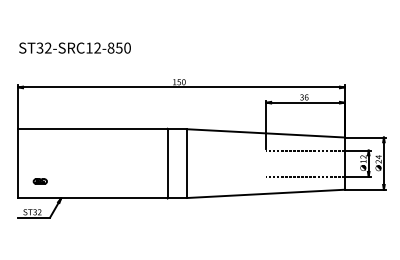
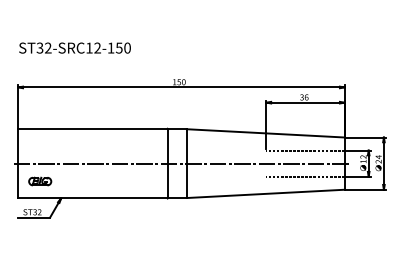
text at (110, 47): ST32-SRC12-850 -> ST32-SRC12-150
line at (180, 163): none -> present
part at (39, 181) size: 16x7 px -> 25x11 px
